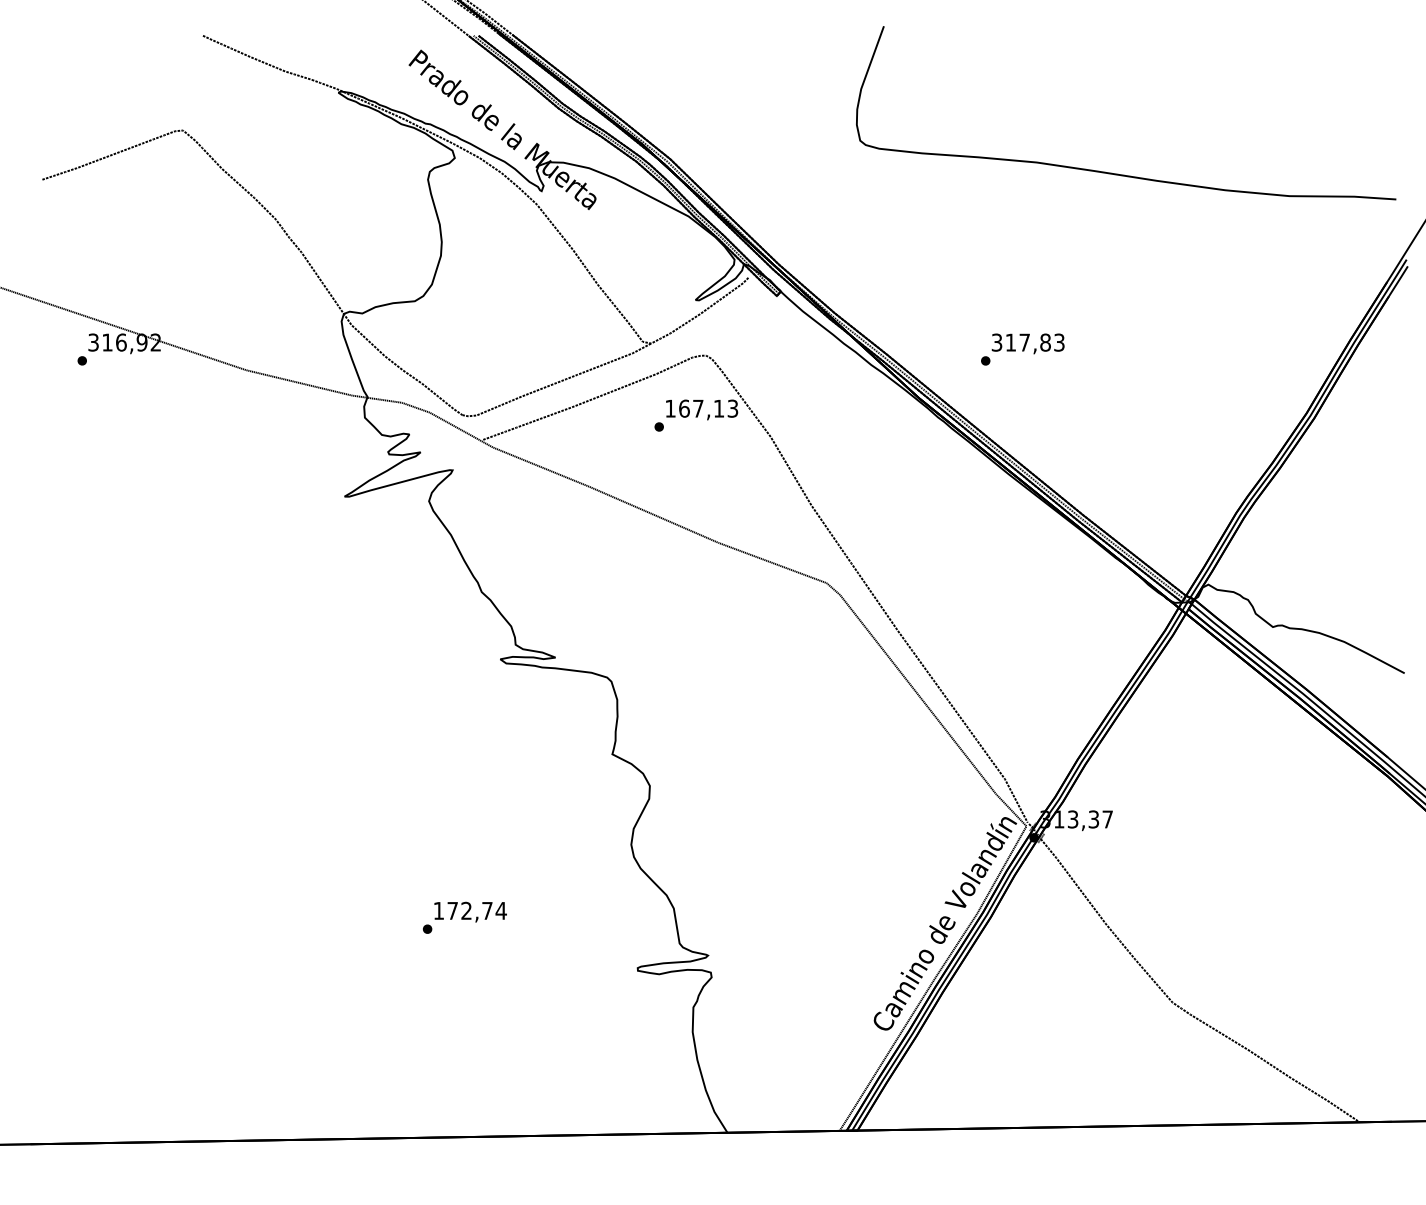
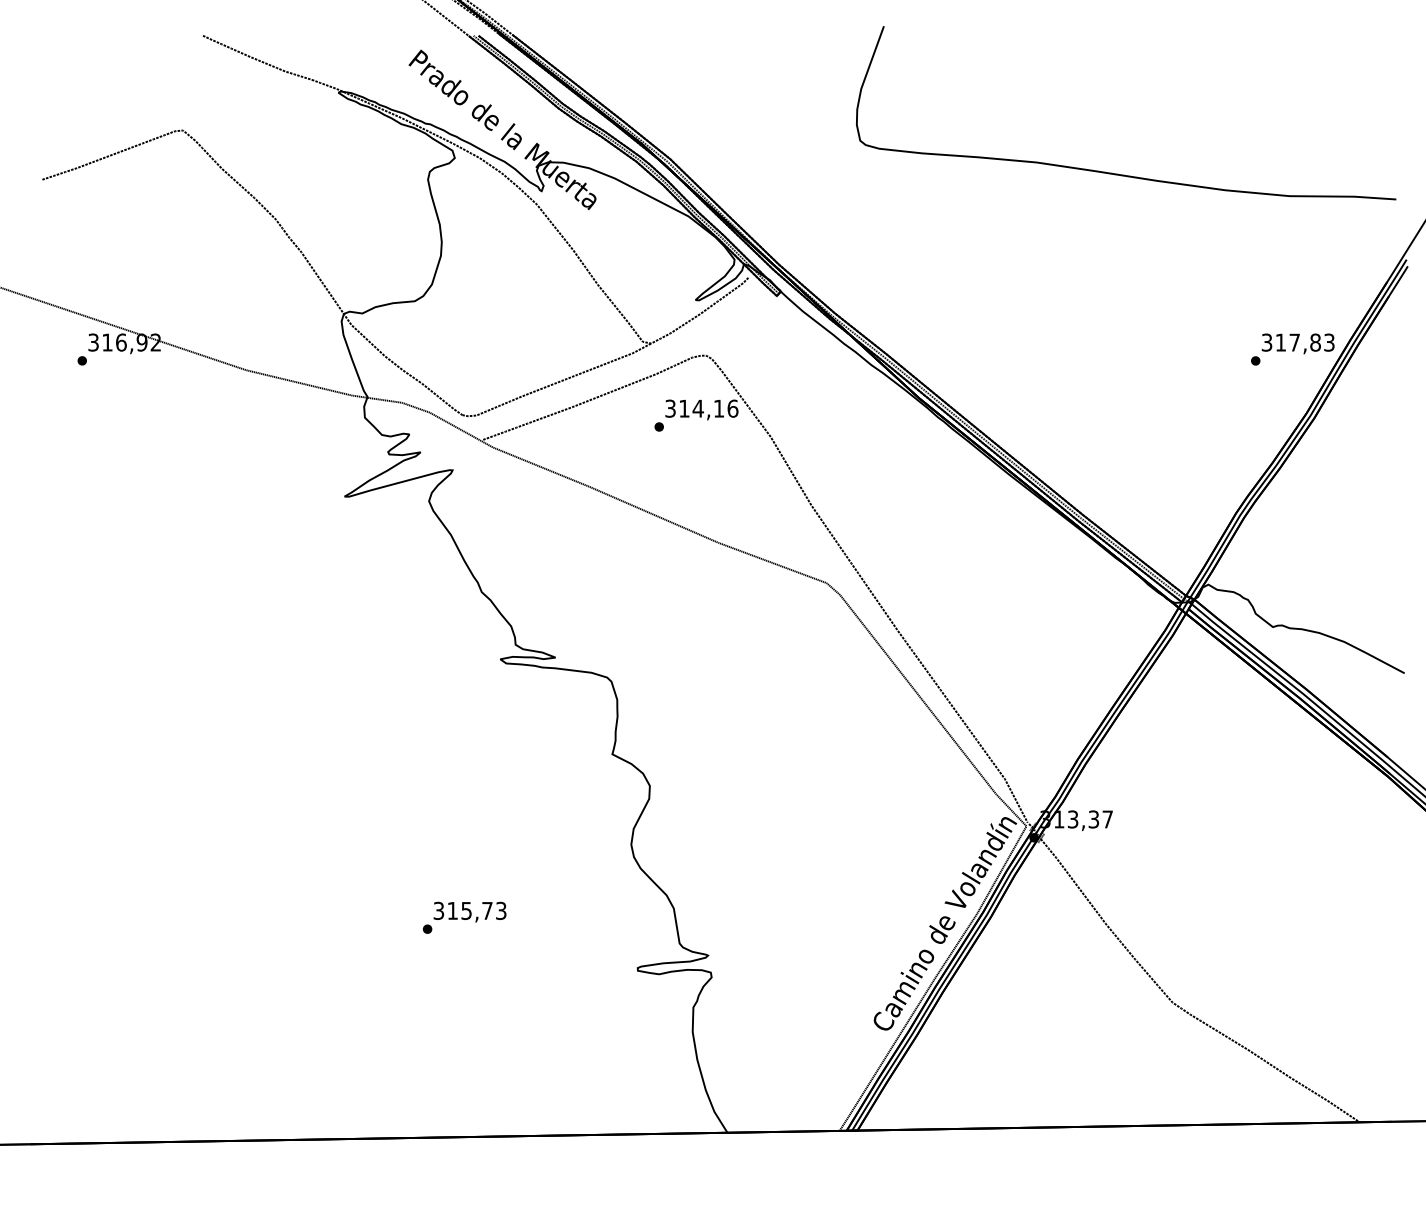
text at (1022, 349) position: (1022, 349) -> (1292, 349)
text at (701, 408): 167,13 -> 314,16
text at (469, 910): 172,74 -> 315,73
